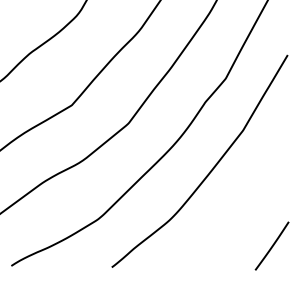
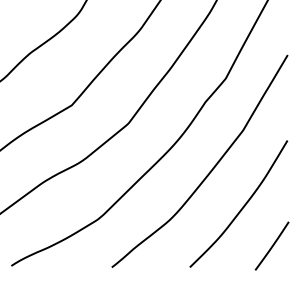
curve at (242, 206): none -> present
